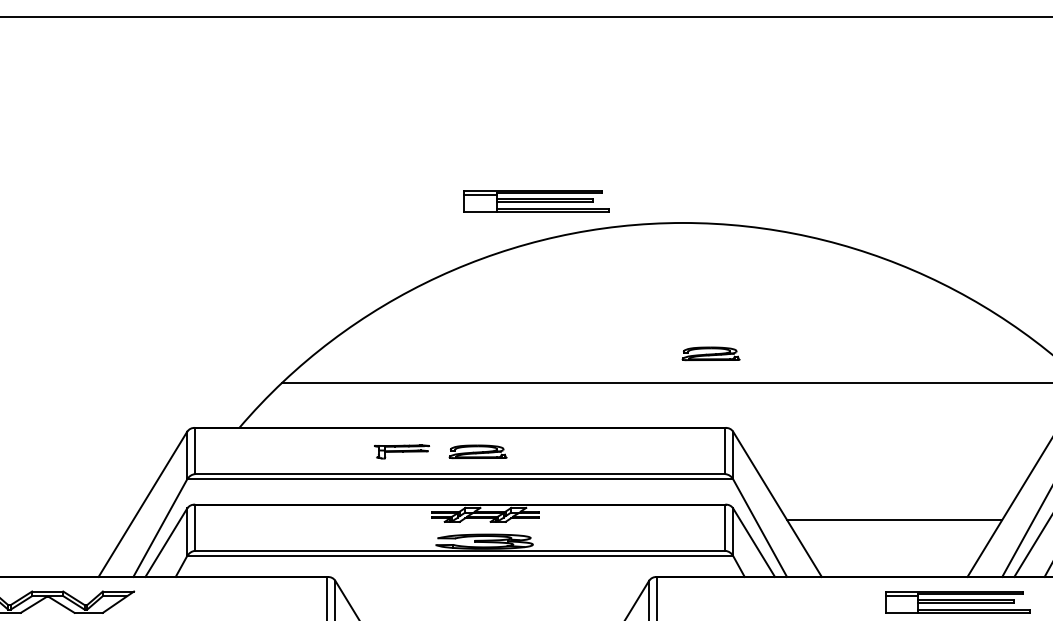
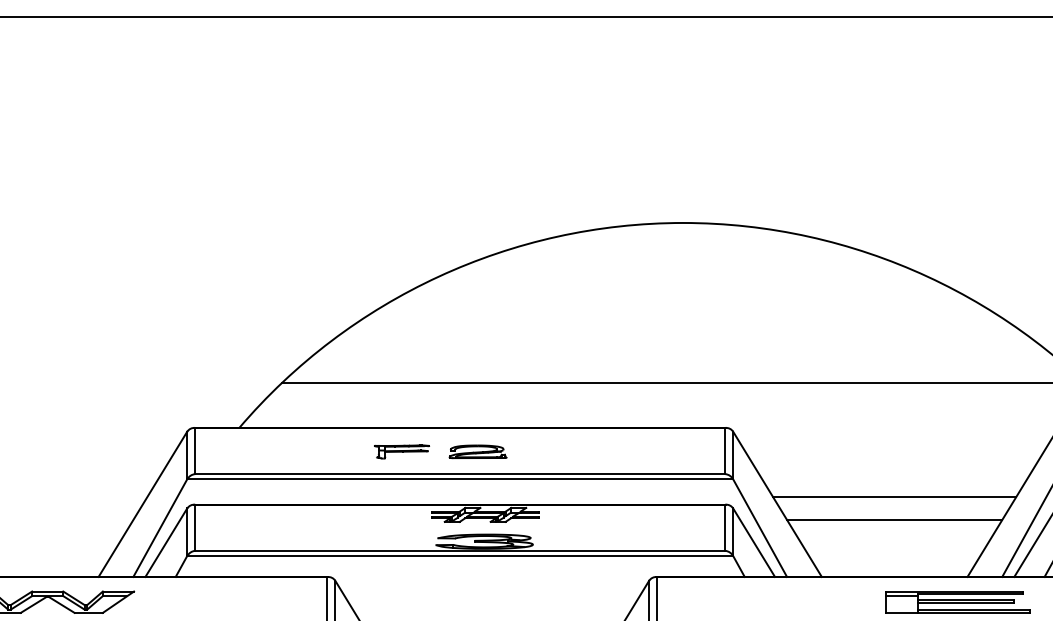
part at (536, 201): present -> none
part at (710, 353): present -> none
line at (894, 497): none -> present
